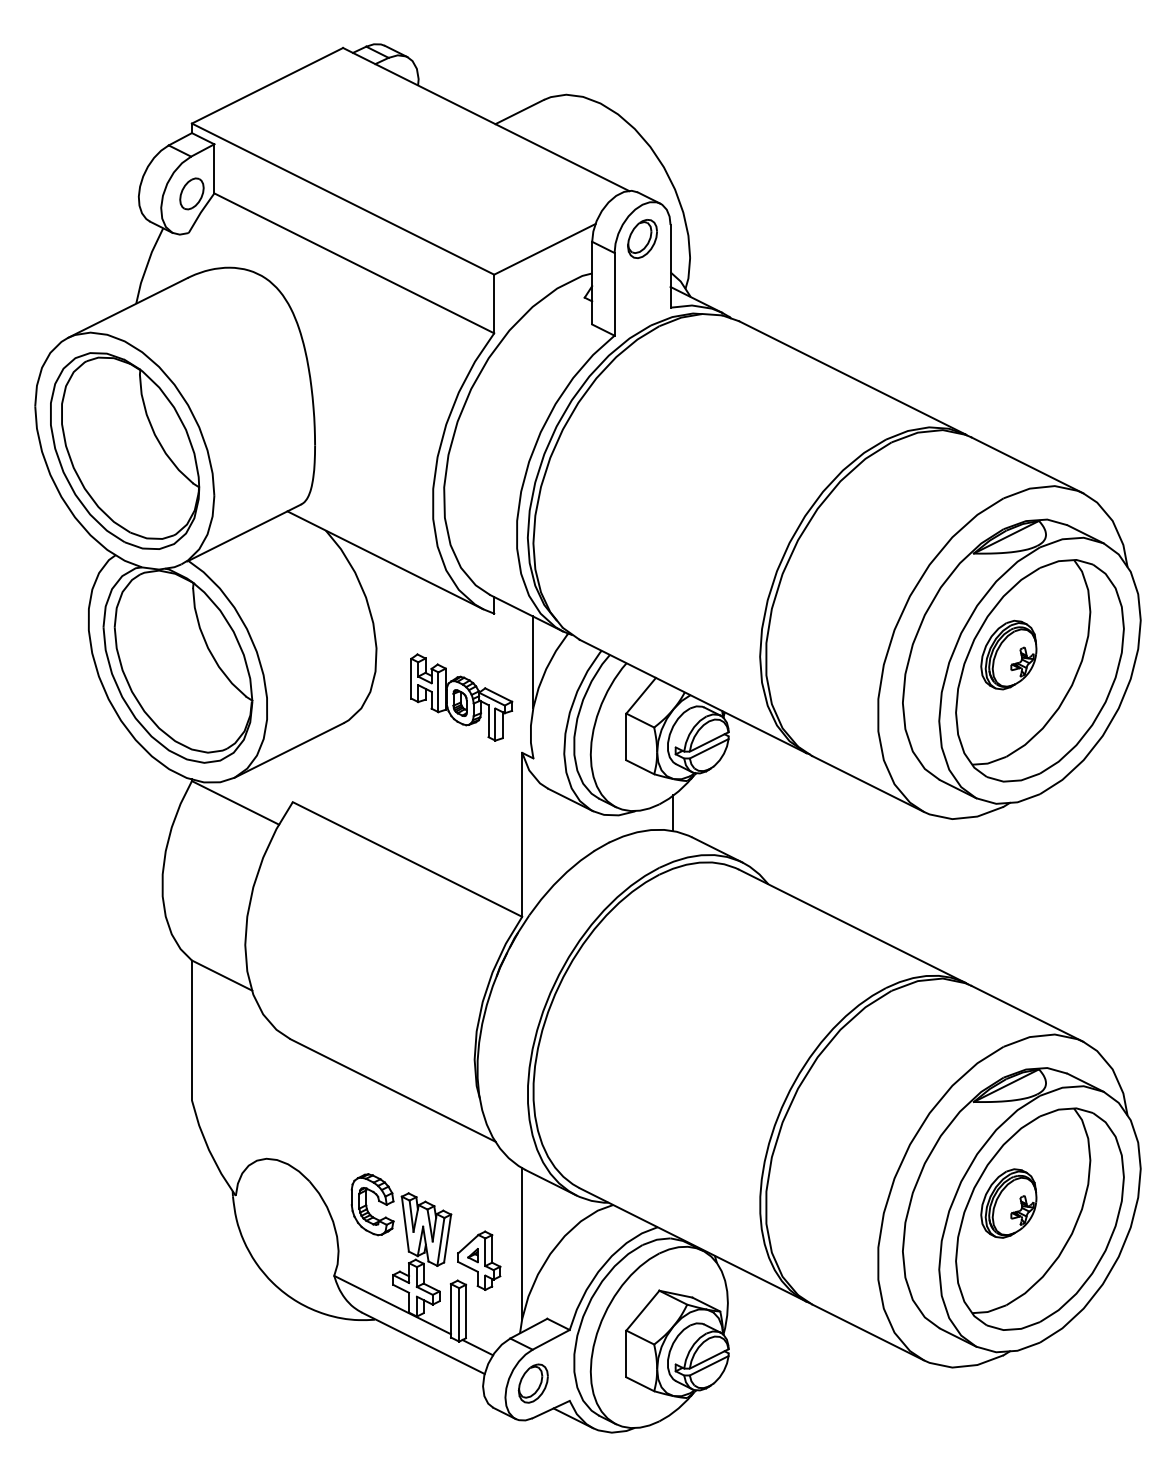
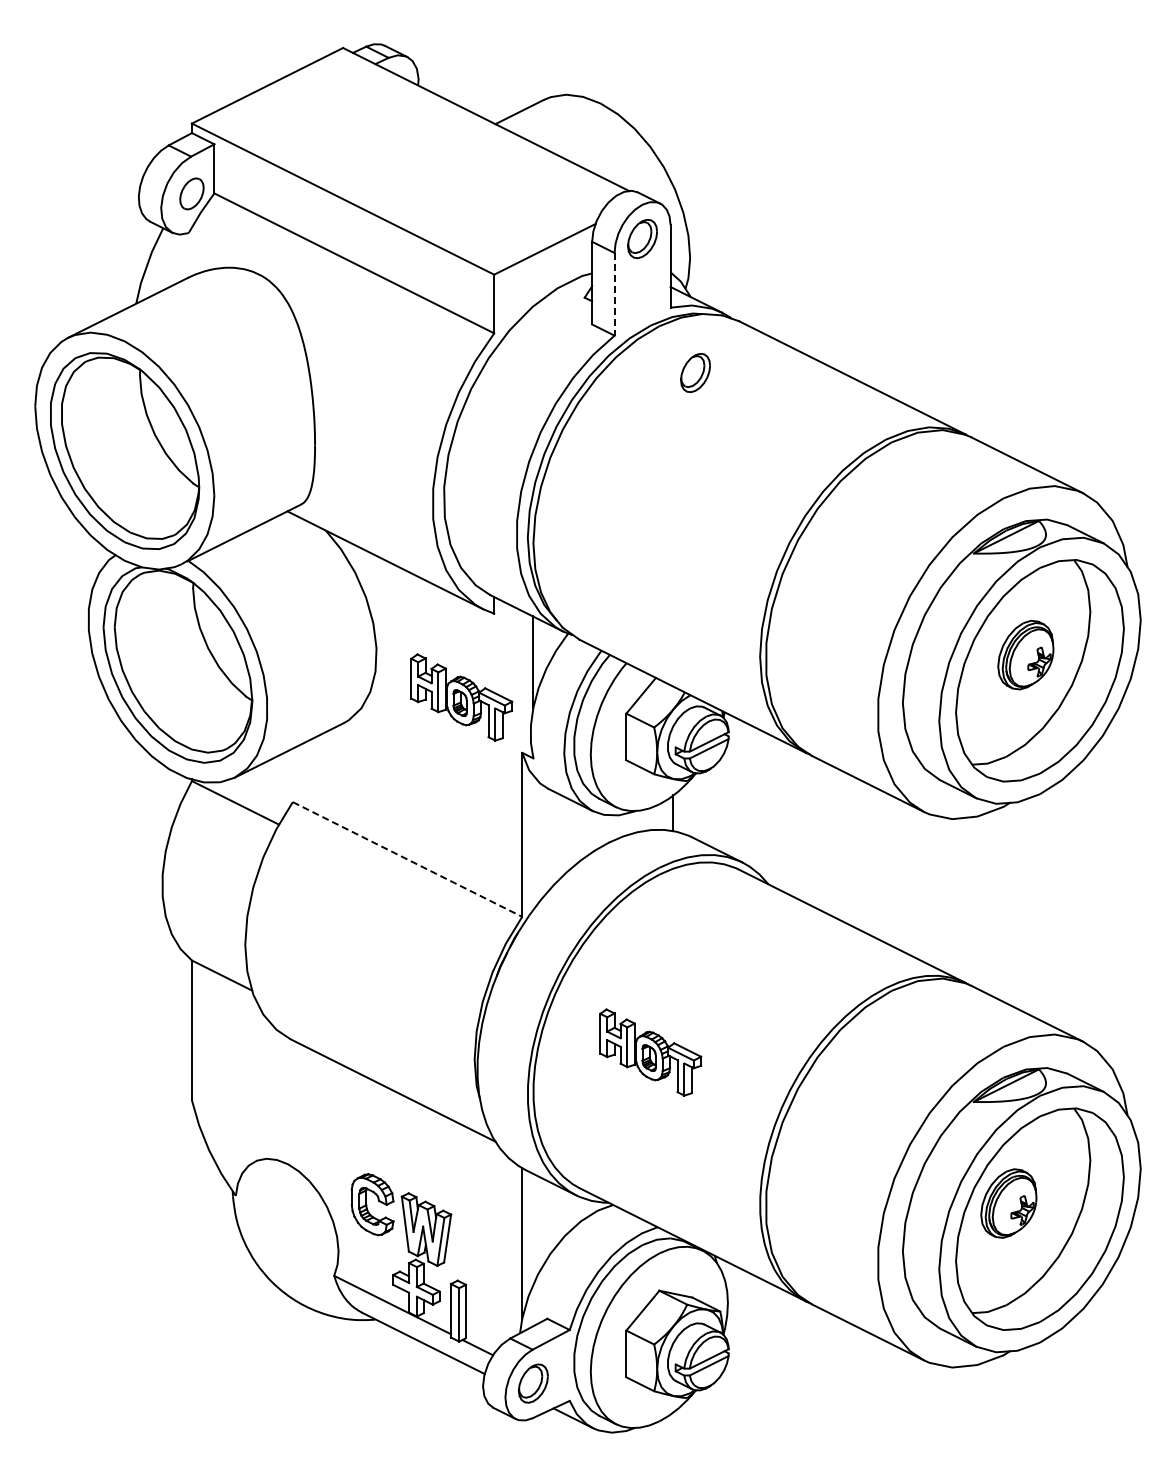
line at (614, 294): solid -> dashed
part at (695, 372): none -> present
part at (1008, 654) position: (1008, 654) -> (1025, 654)
line at (407, 859): solid -> dashed
part at (650, 1052): none -> present
part at (479, 1260): present -> none
